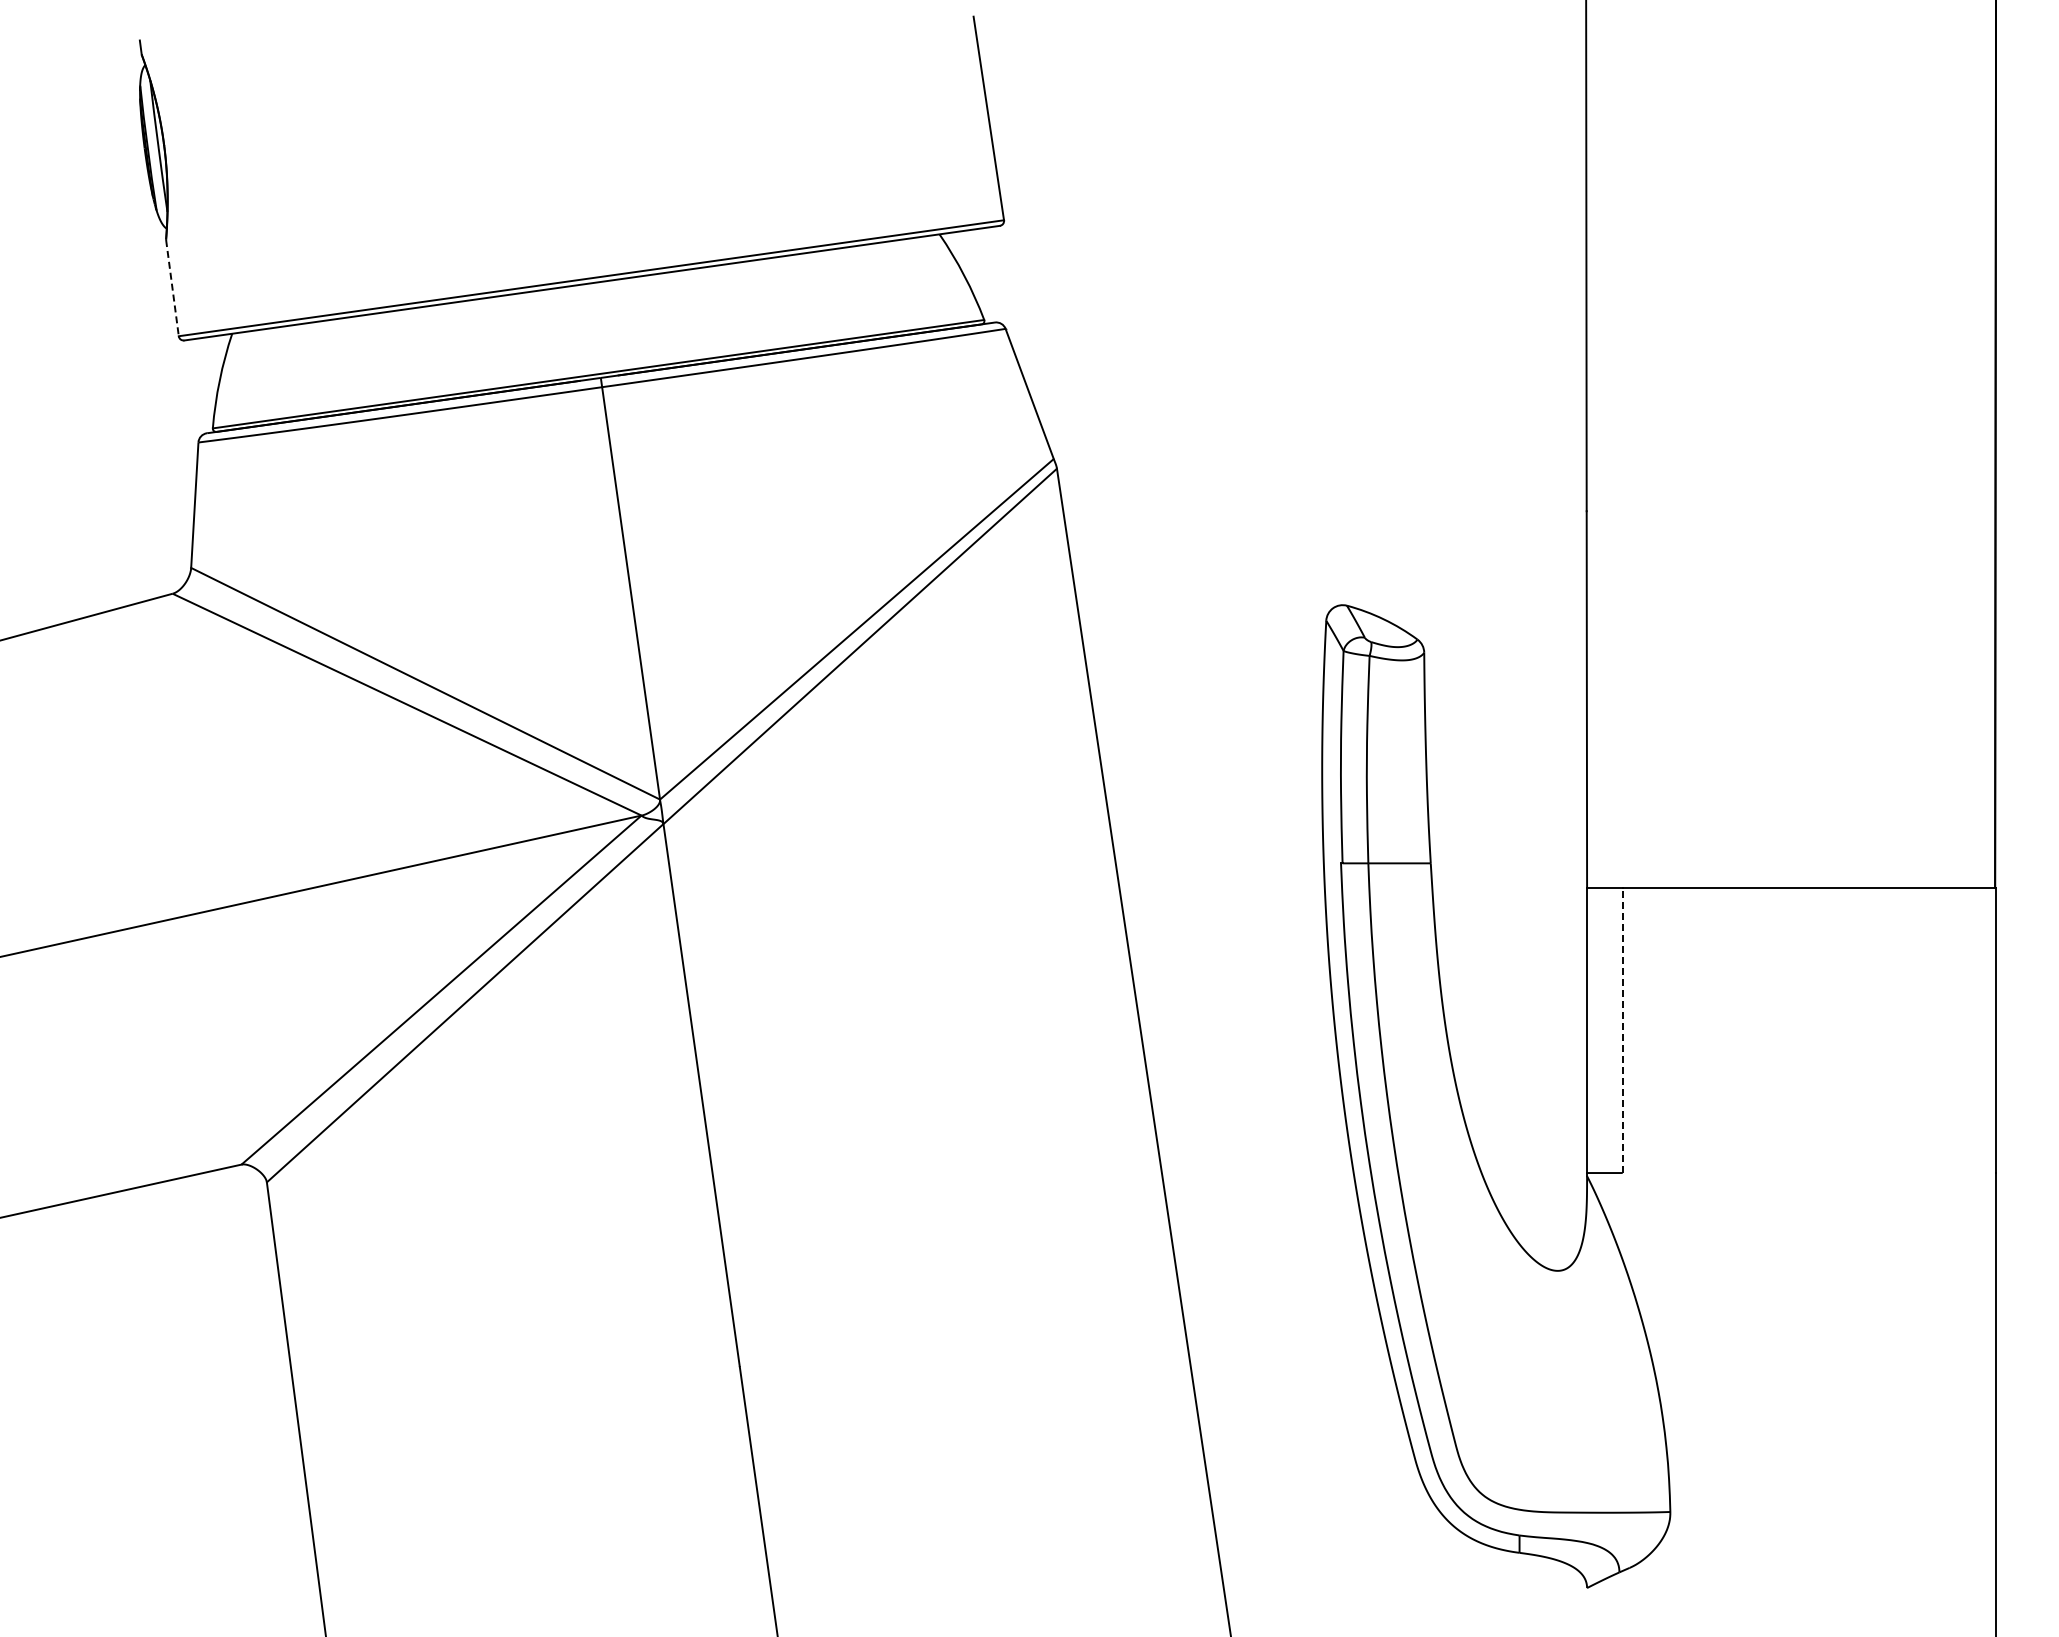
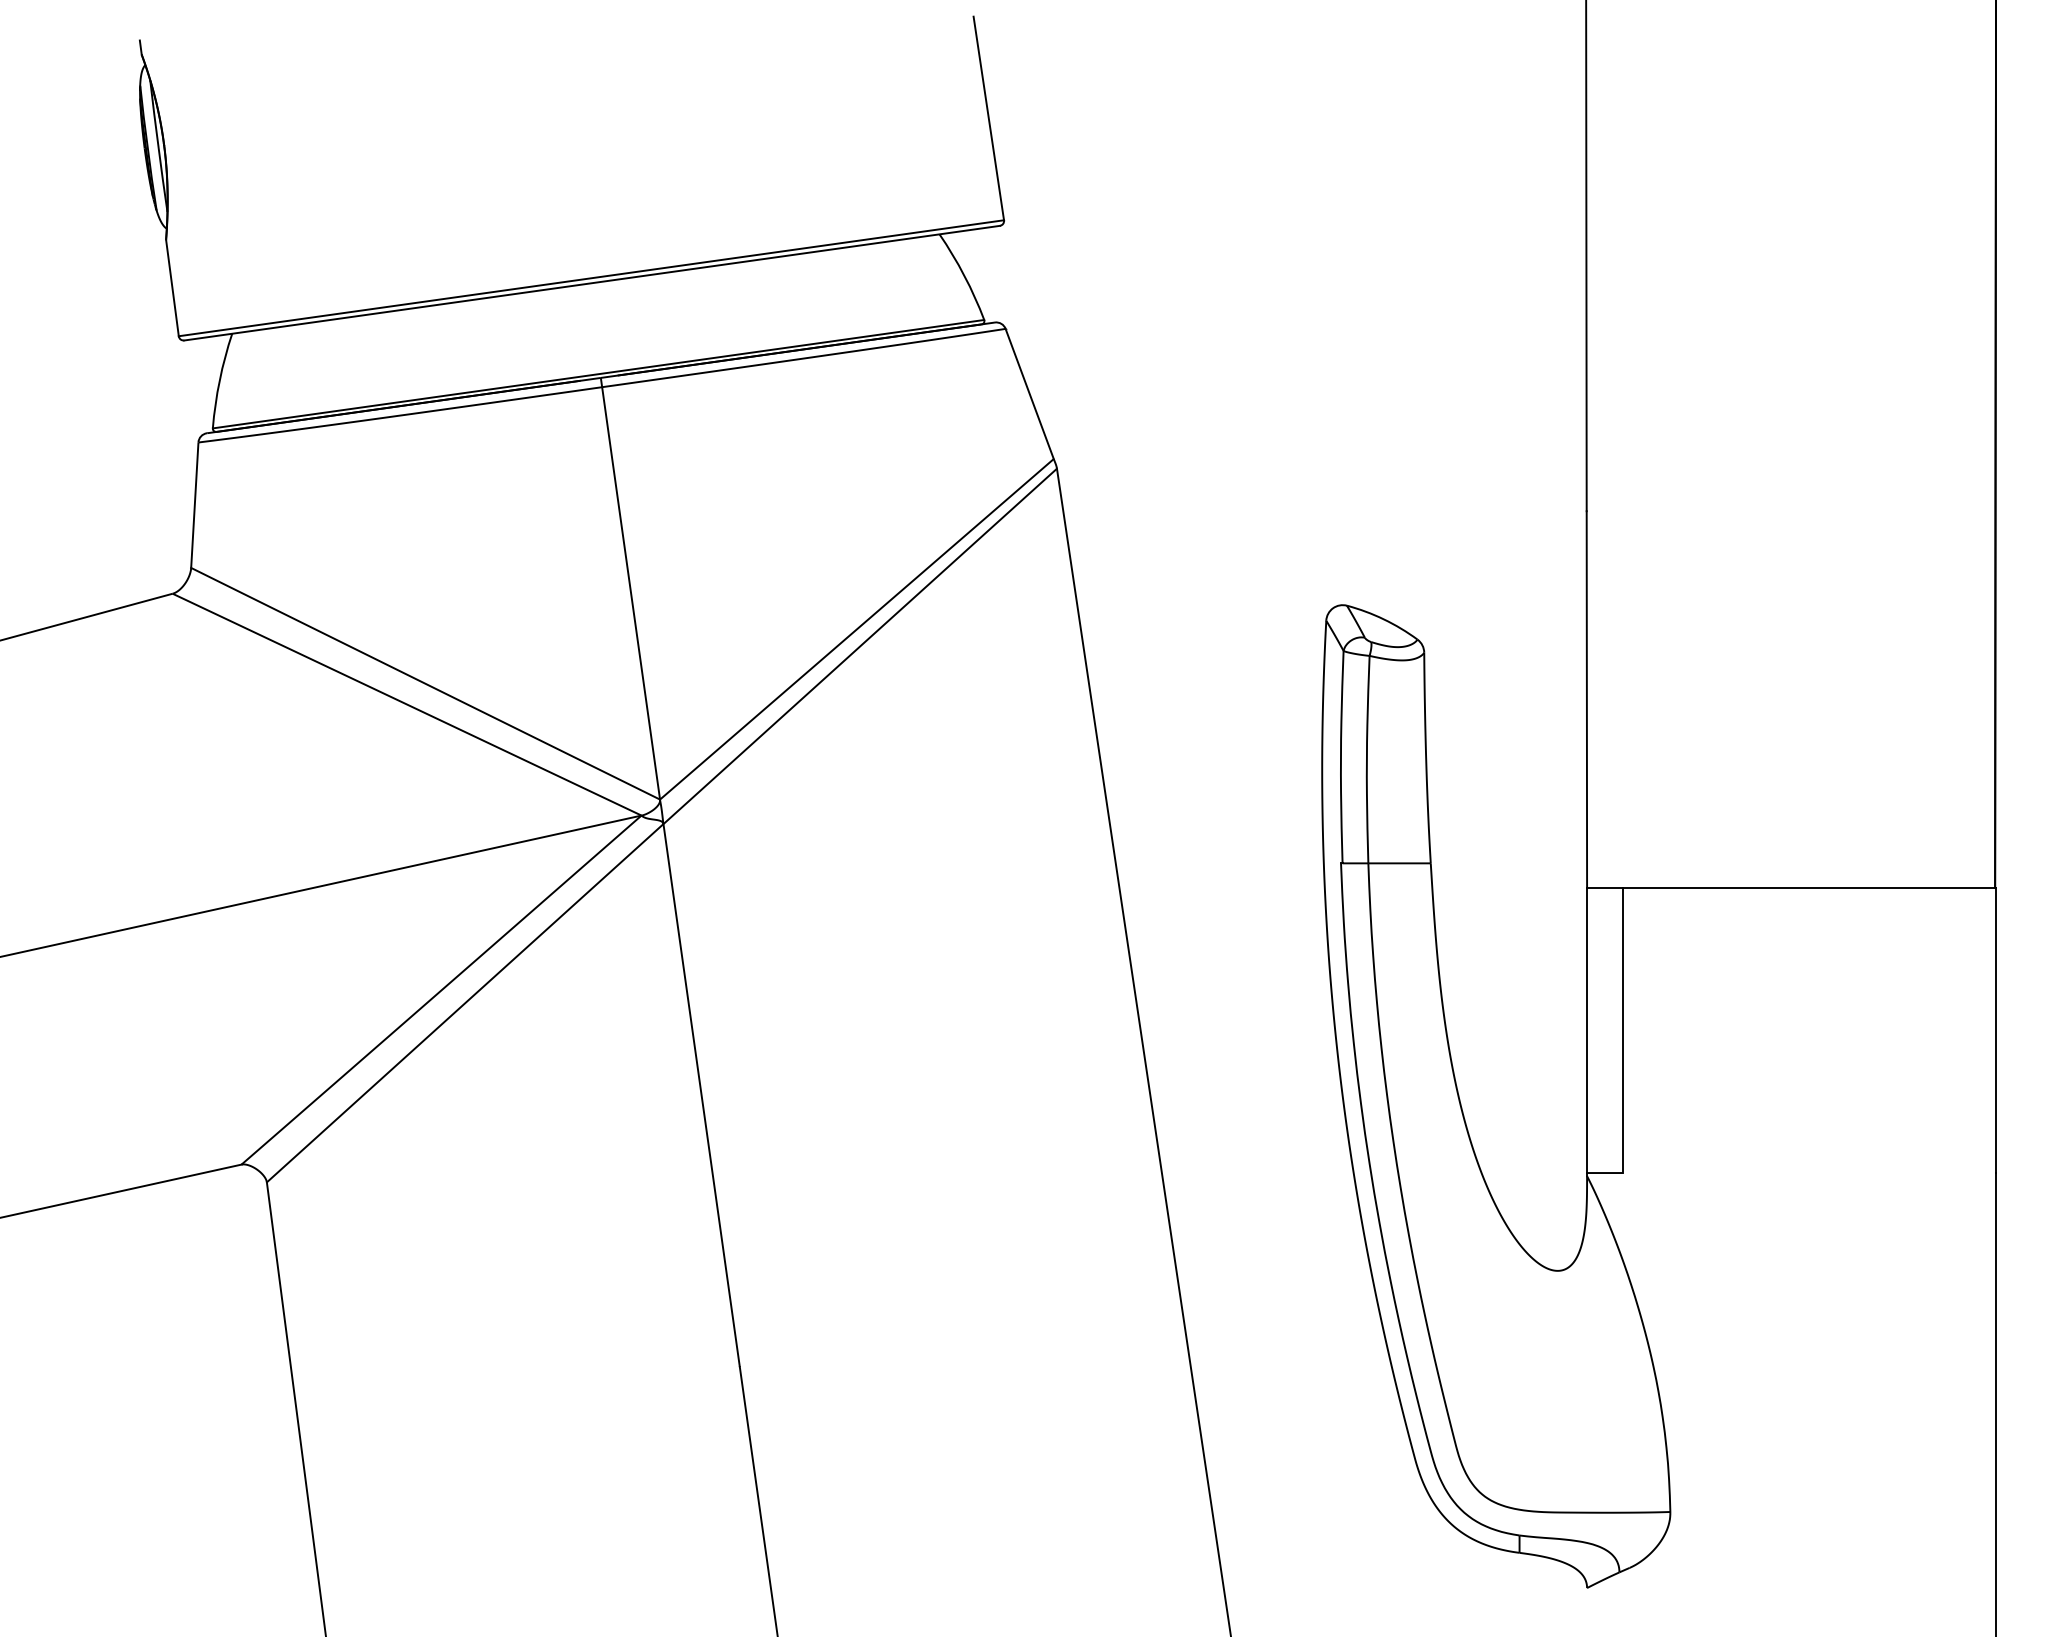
line at (172, 288): dashed -> solid
line at (1622, 1030): dashed -> solid
